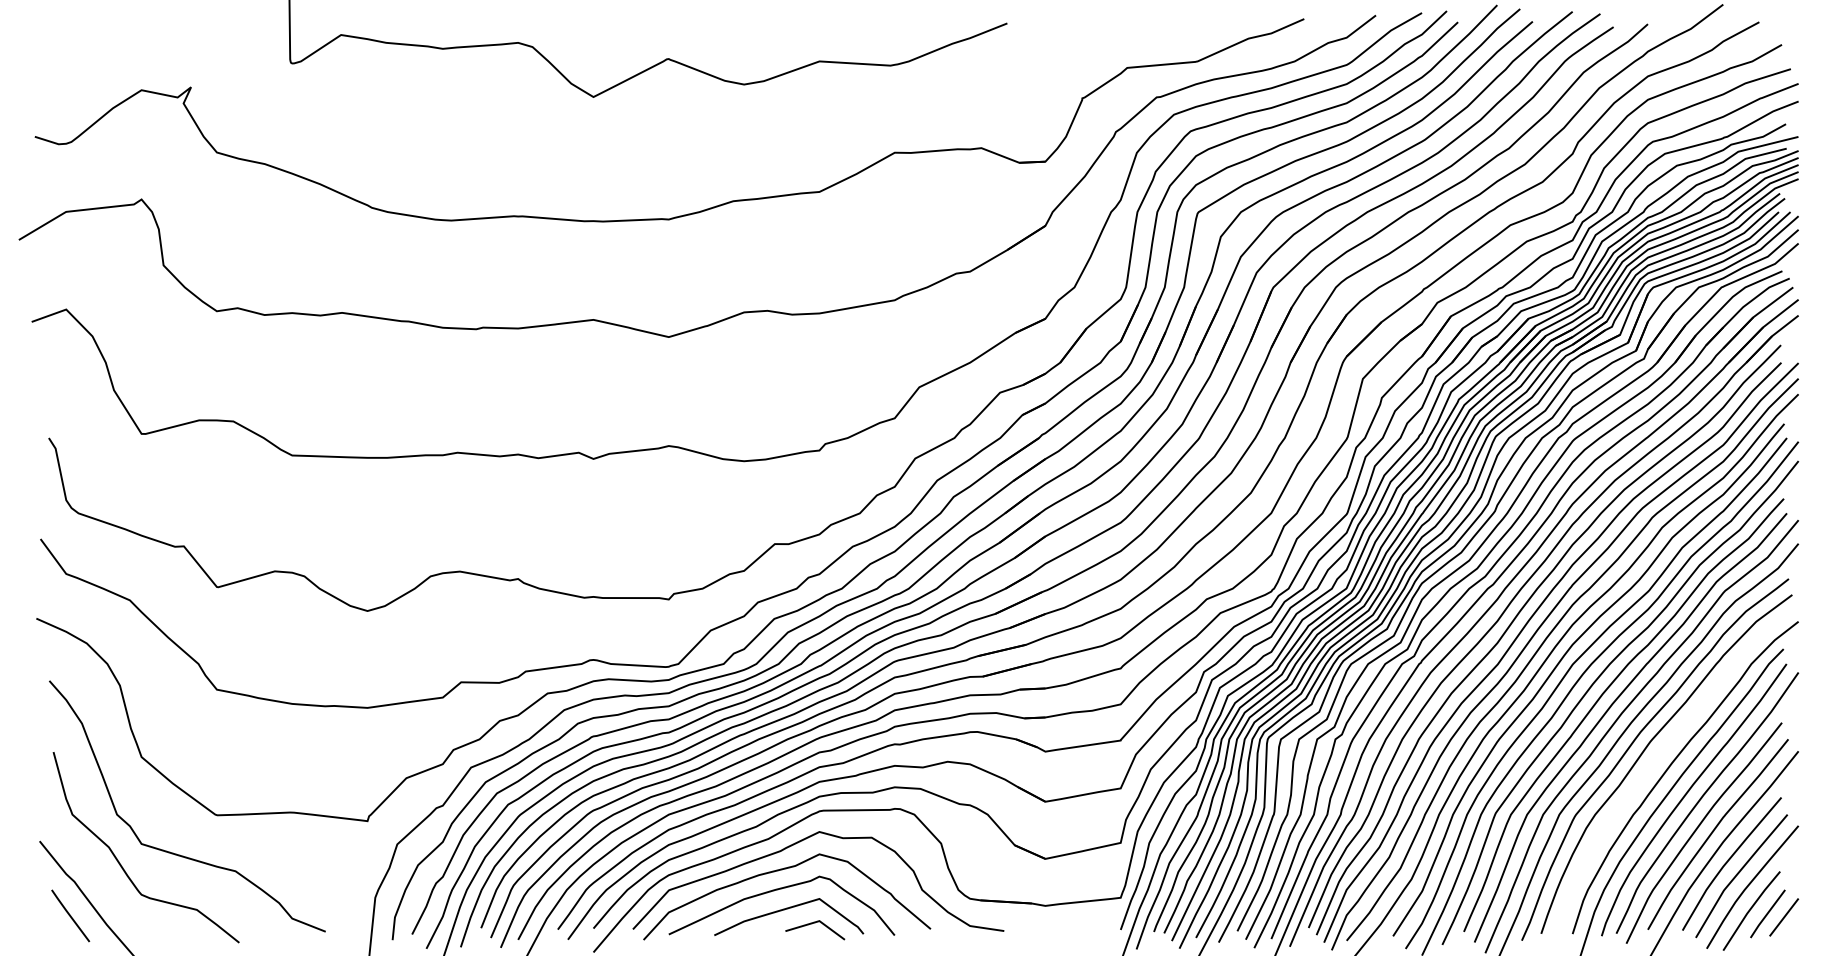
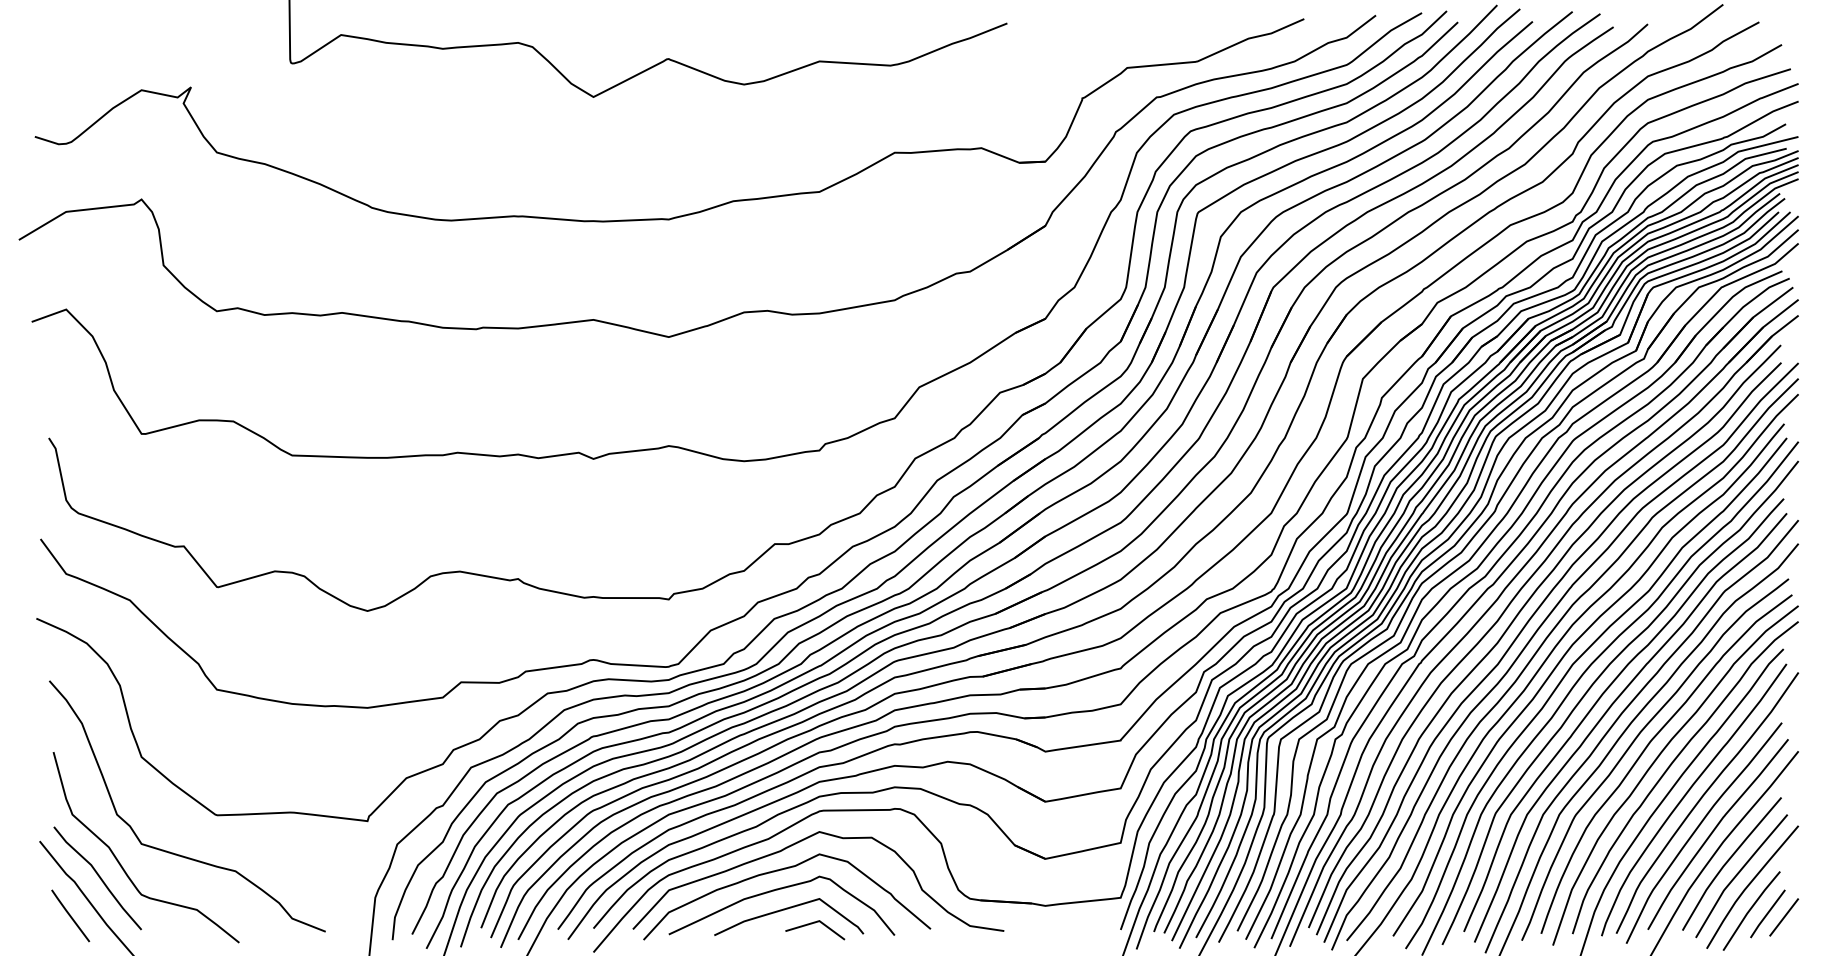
curve at (1657, 759): none -> present
curve at (98, 877): none -> present
